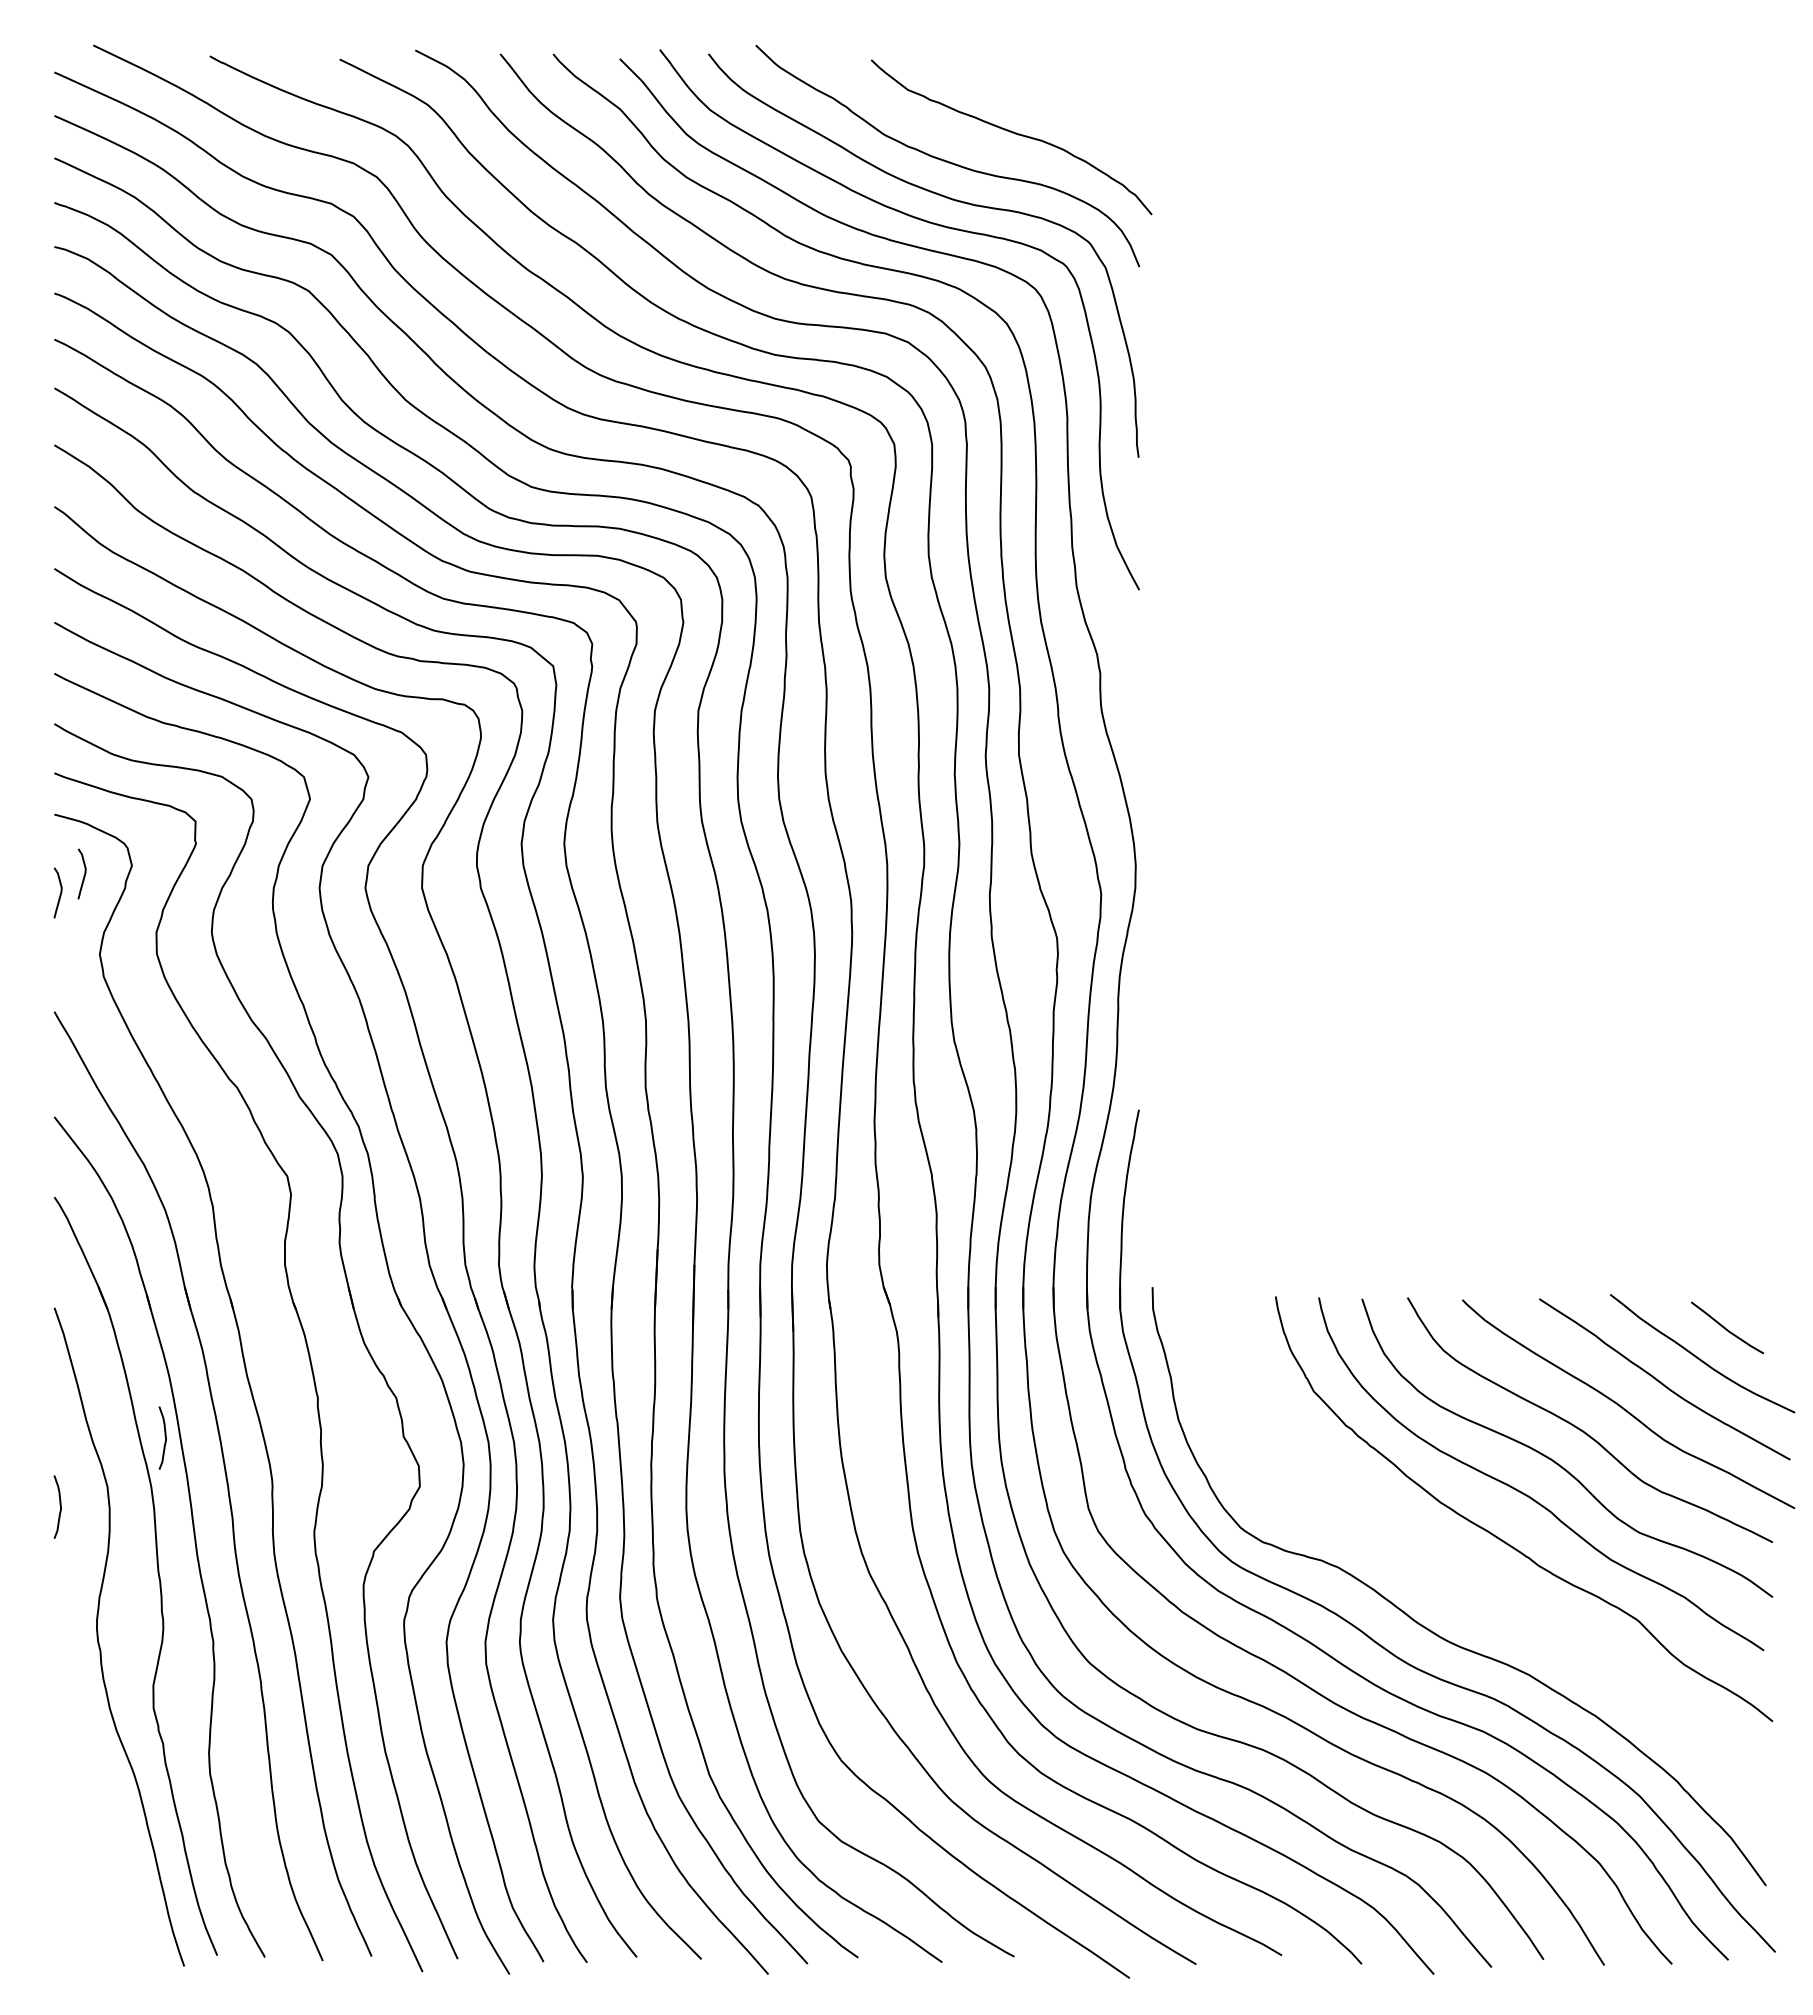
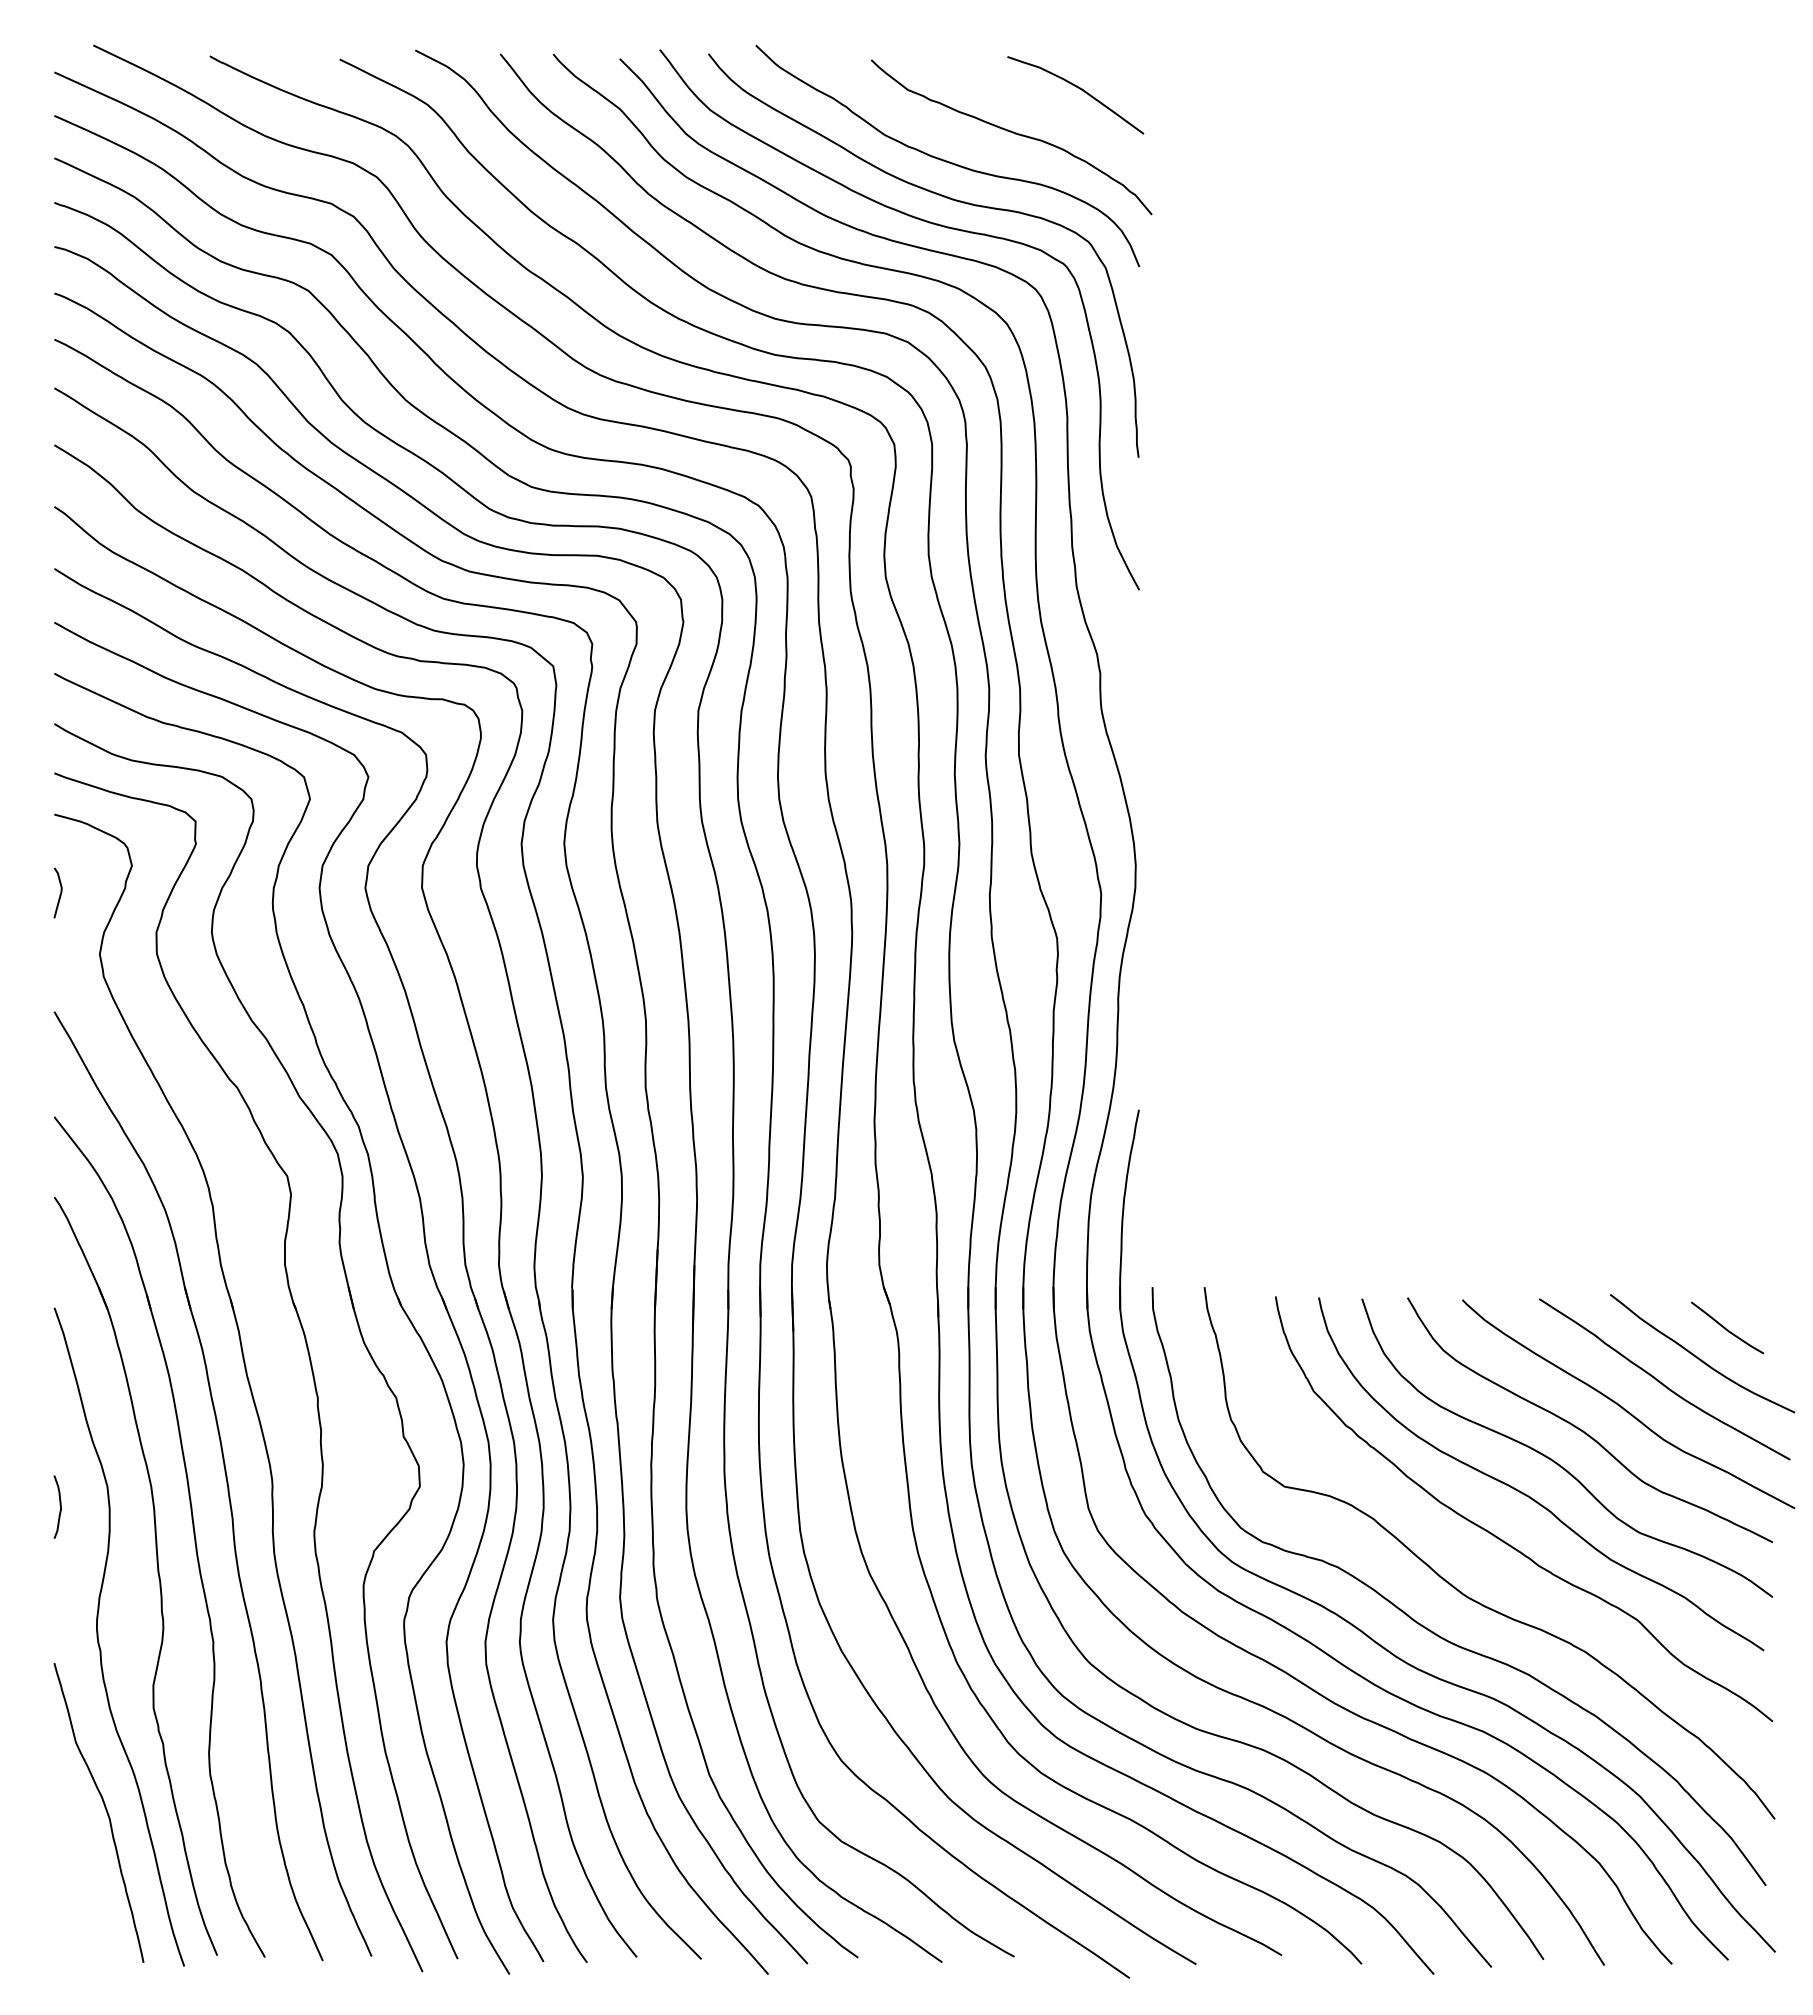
curve at (1079, 89): none -> present
curve at (83, 875): present -> none
curve at (164, 1436): present -> none
curve at (1461, 1591): none -> present
curve at (105, 1810): none -> present
